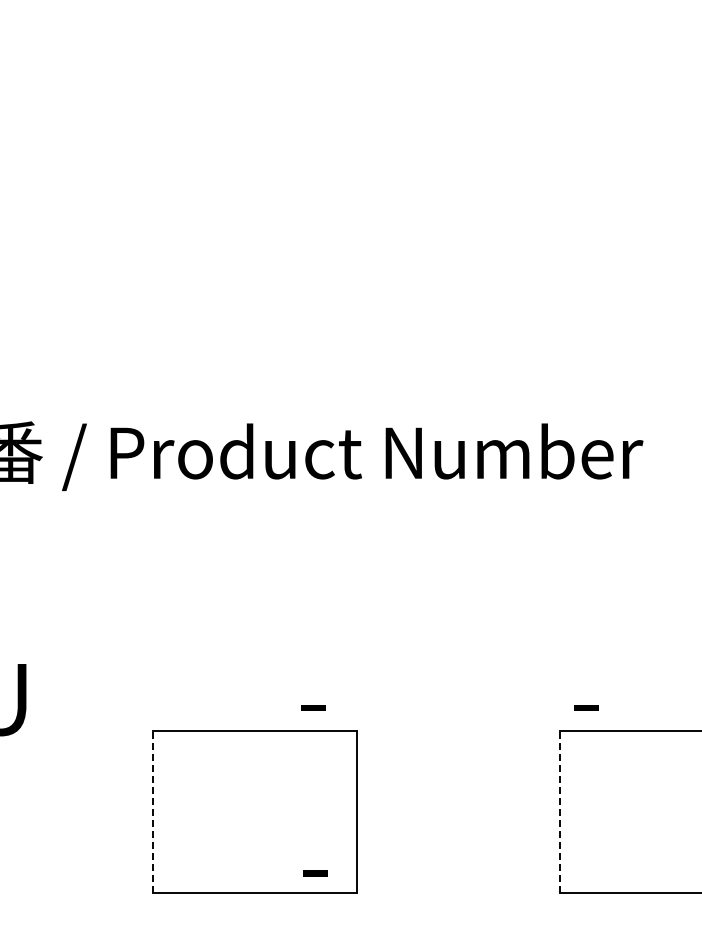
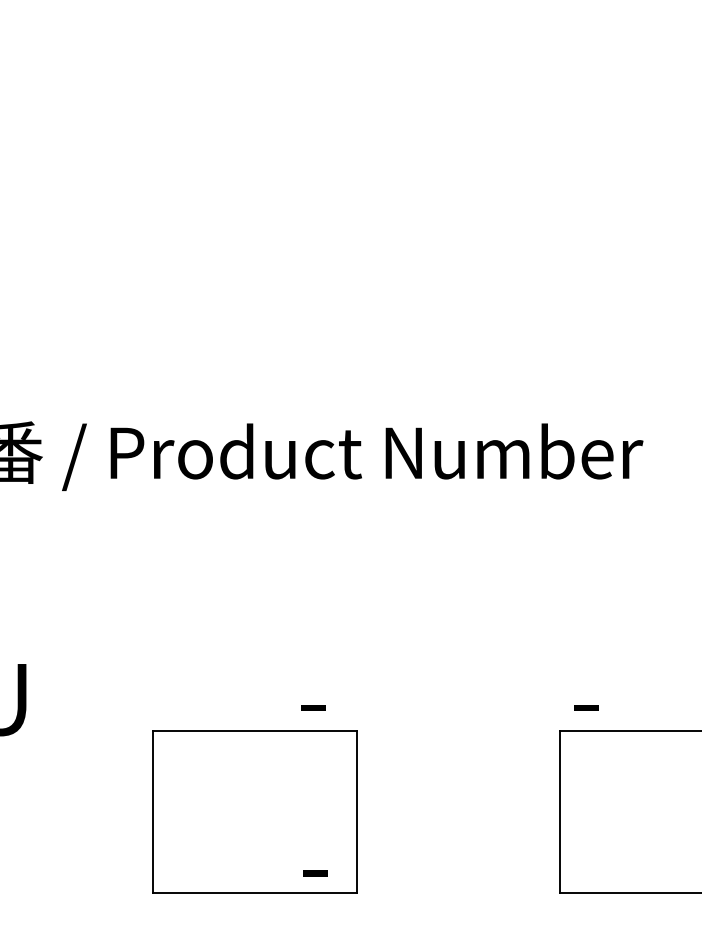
line at (153, 811): dashed -> solid
line at (560, 811): dashed -> solid
